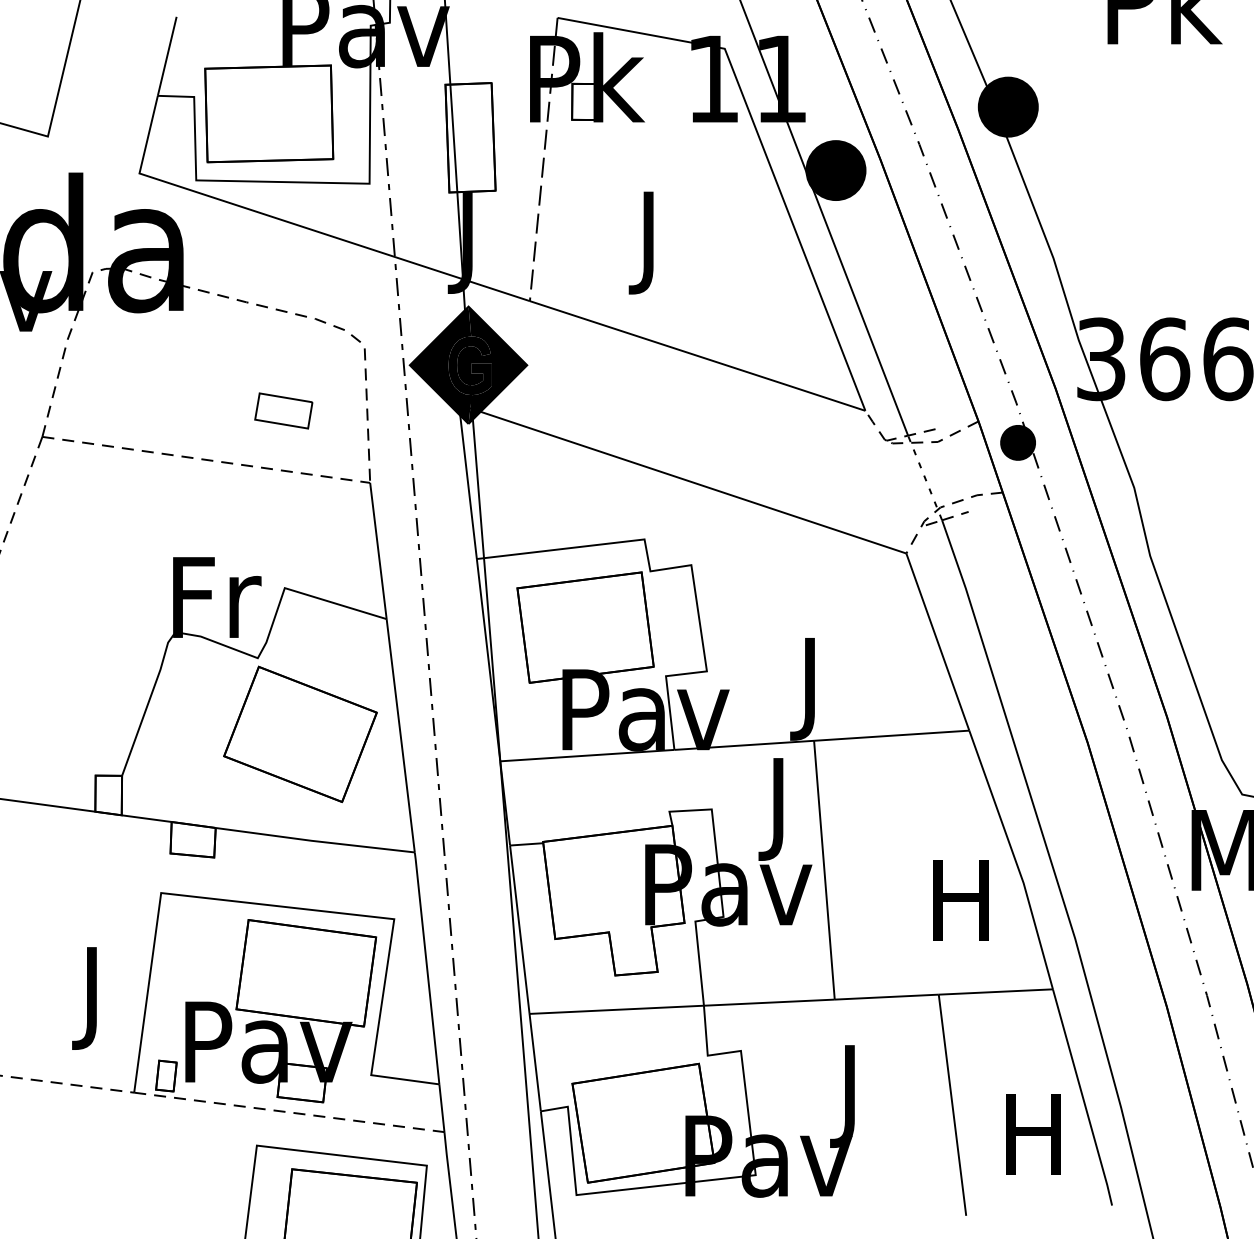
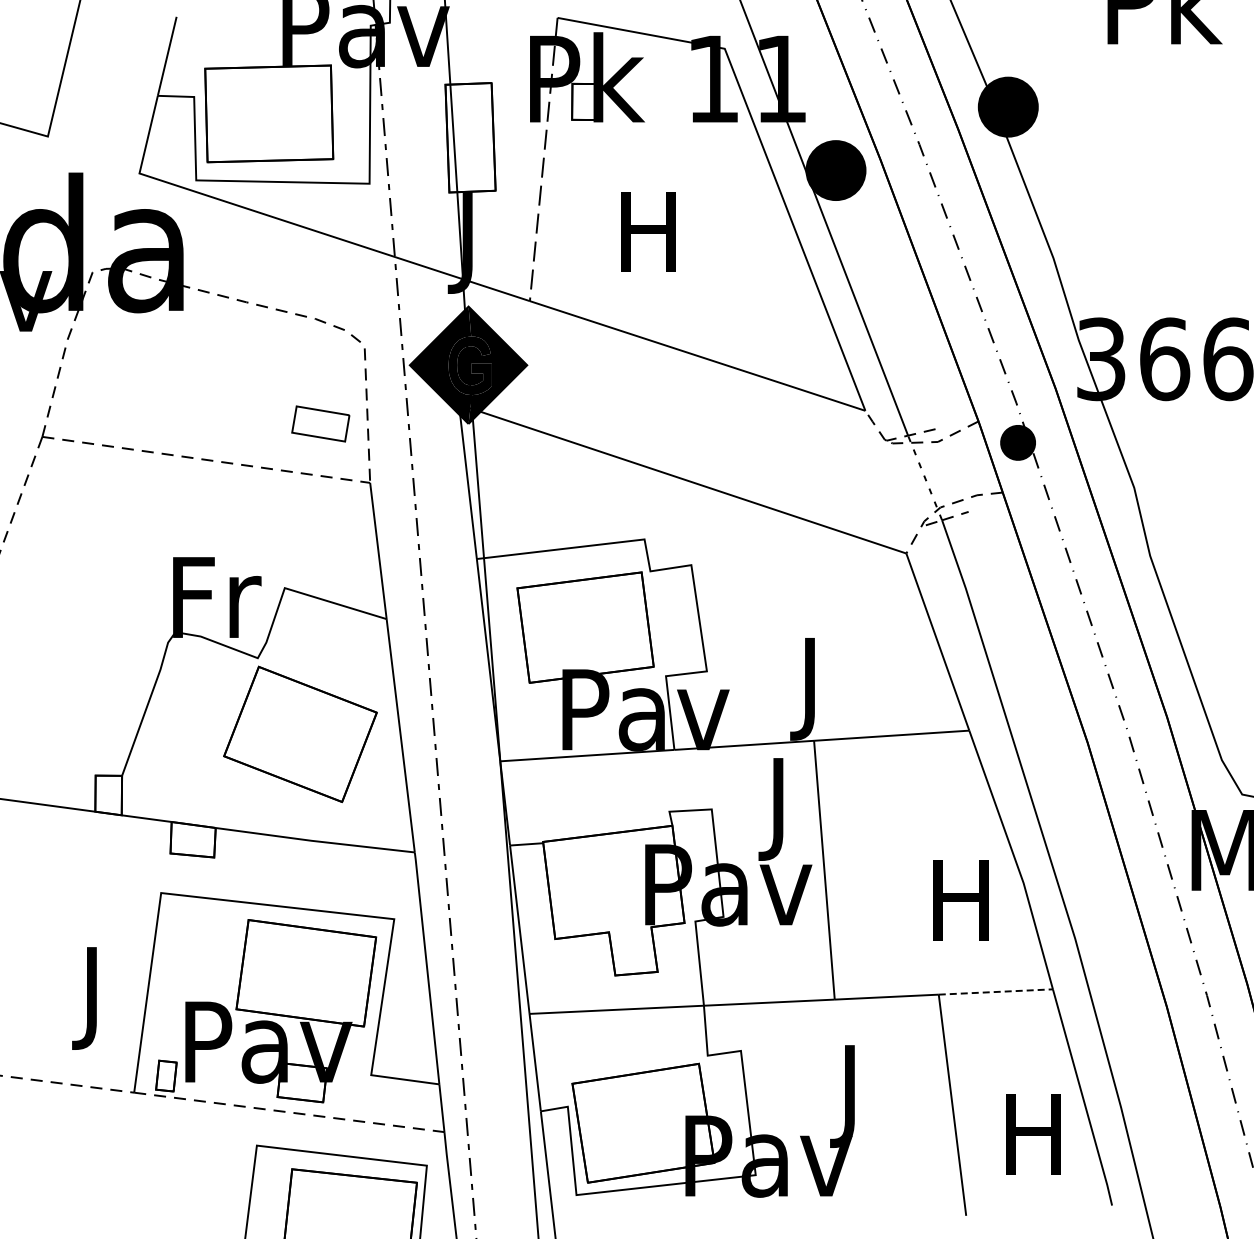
text at (648, 242): J -> H
part at (283, 410) position: (283, 410) -> (320, 423)
line at (996, 991): solid -> dashed
